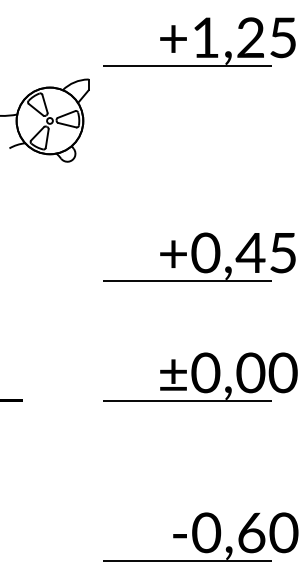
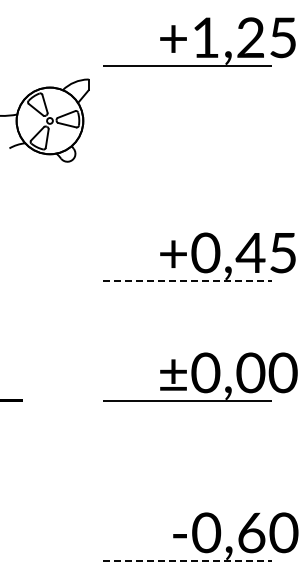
line at (188, 280): solid -> dashed
line at (188, 560): solid -> dashed
